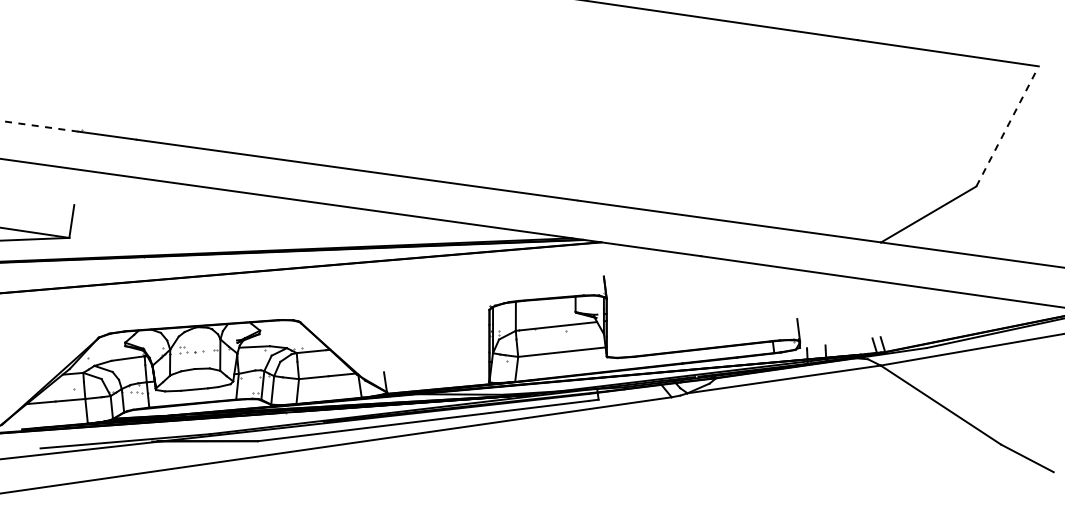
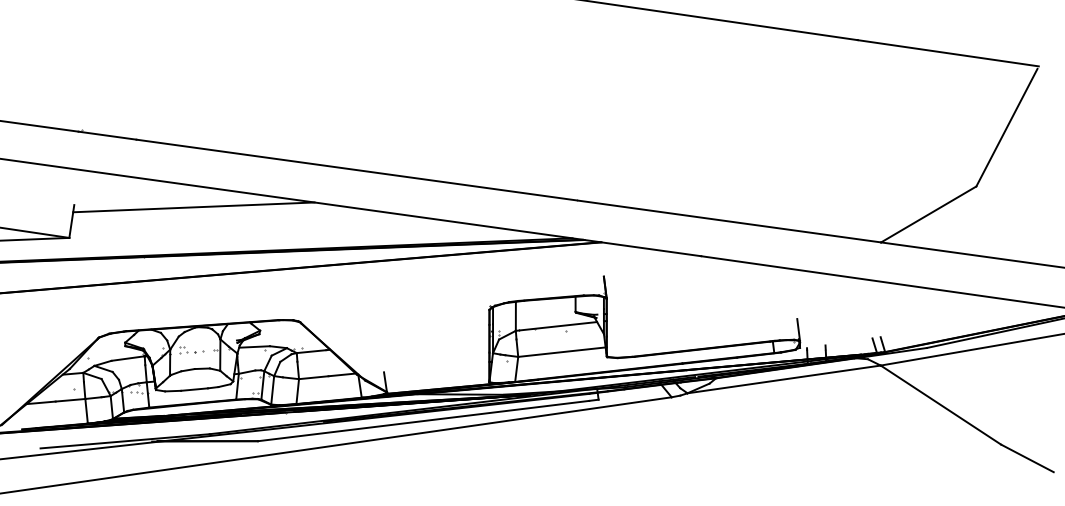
line at (38, 126): dashed -> solid
line at (1007, 127): dashed -> solid
line at (193, 207): none -> present
